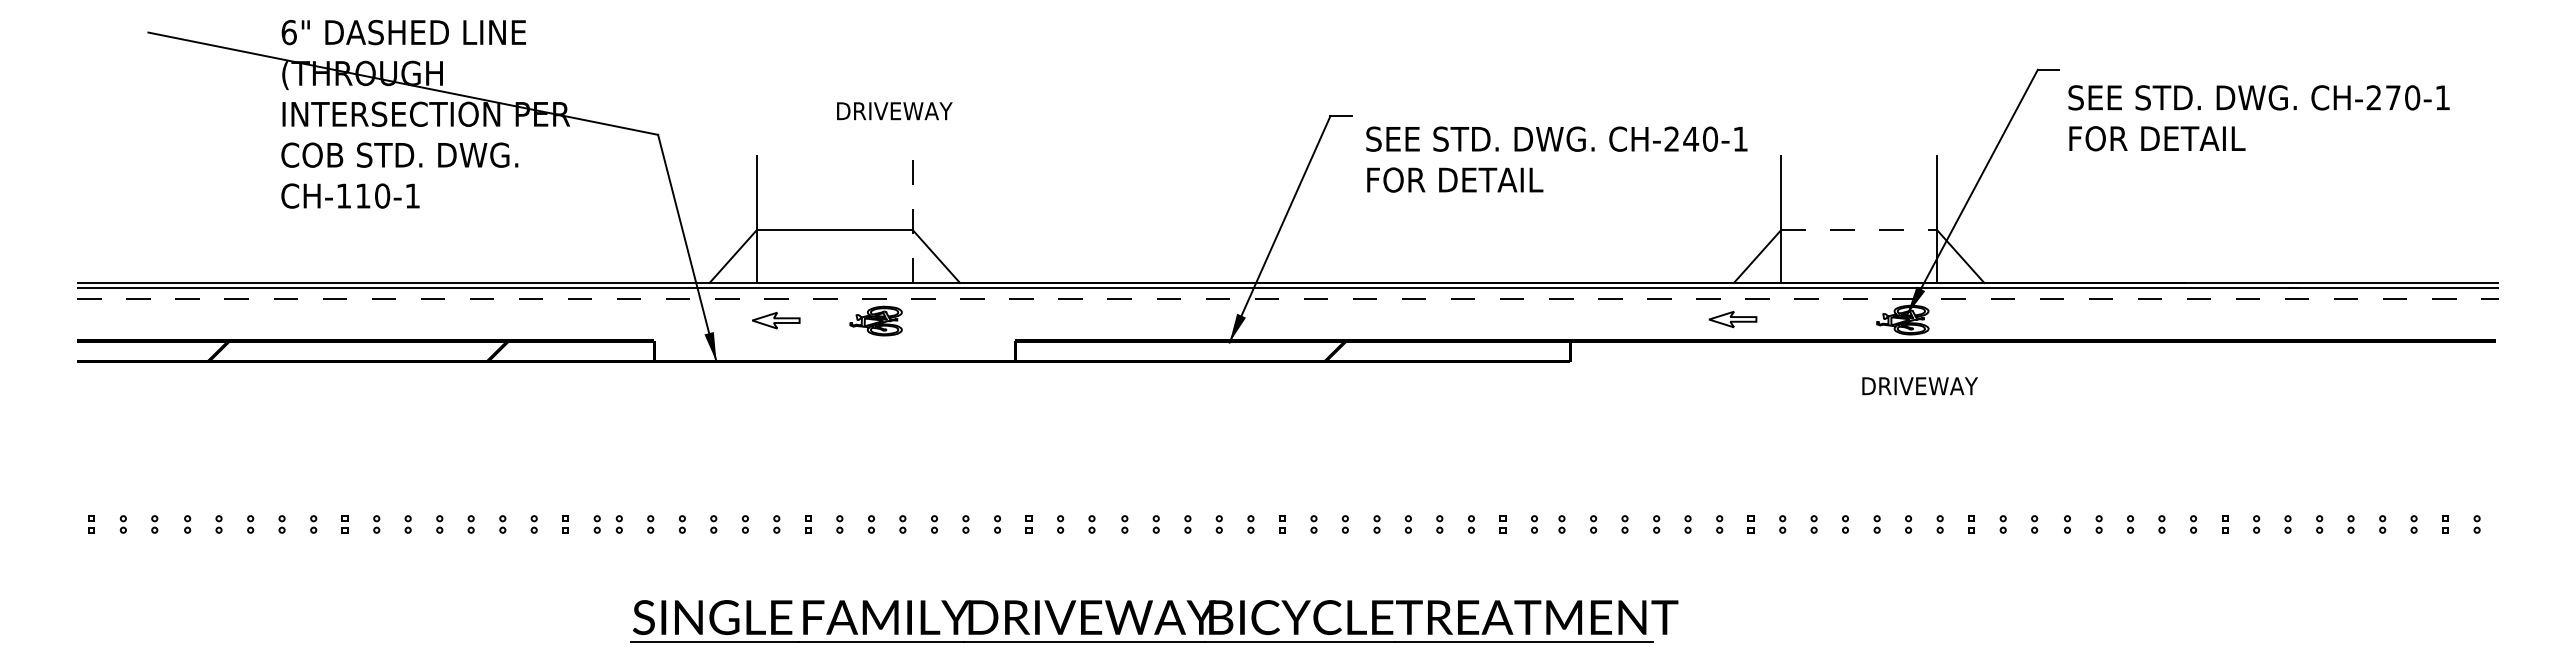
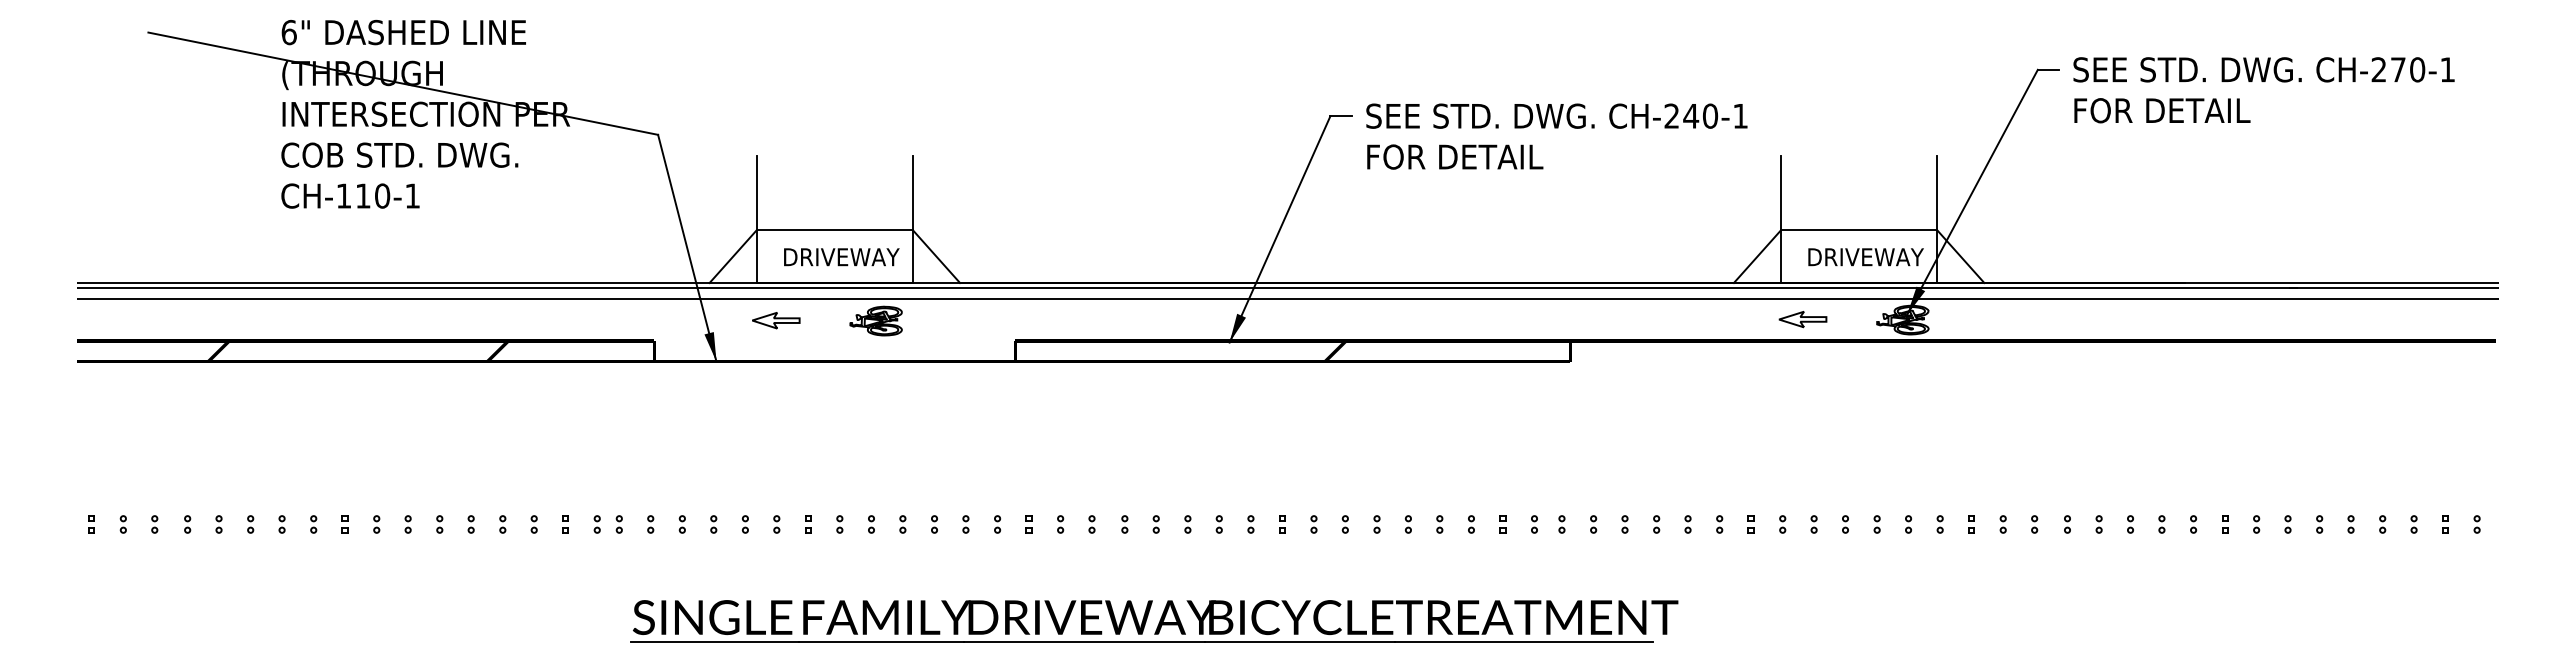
text at (894, 111) position: (894, 111) -> (841, 257)
text at (2258, 118) position: (2258, 118) -> (2263, 90)
text at (1556, 159) position: (1556, 159) -> (1556, 136)
line at (912, 219): dashed -> solid
line at (1859, 230): dashed -> solid
line at (1287, 298): dashed -> solid
part at (1732, 319) position: (1732, 319) -> (1802, 319)
text at (1919, 386) position: (1919, 386) -> (1865, 257)
